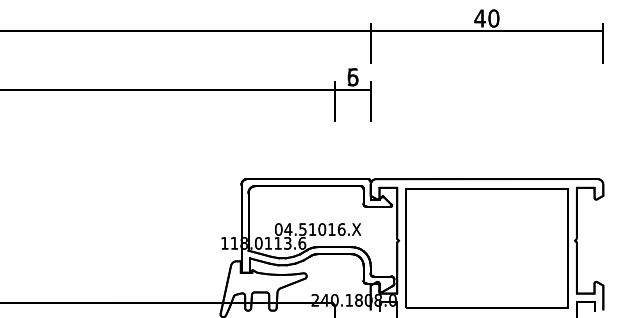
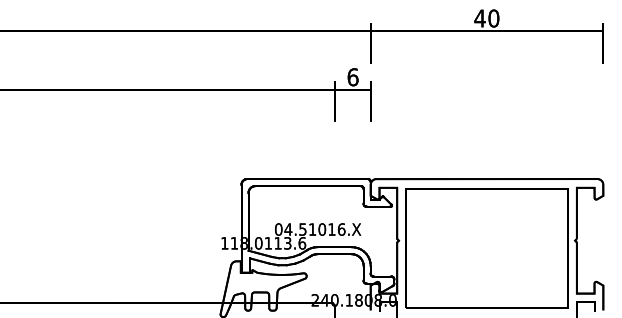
text at (352, 77): 5 -> 6
